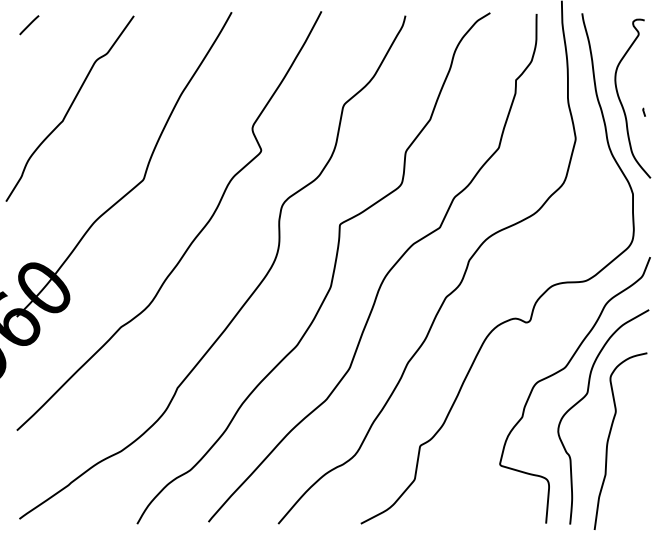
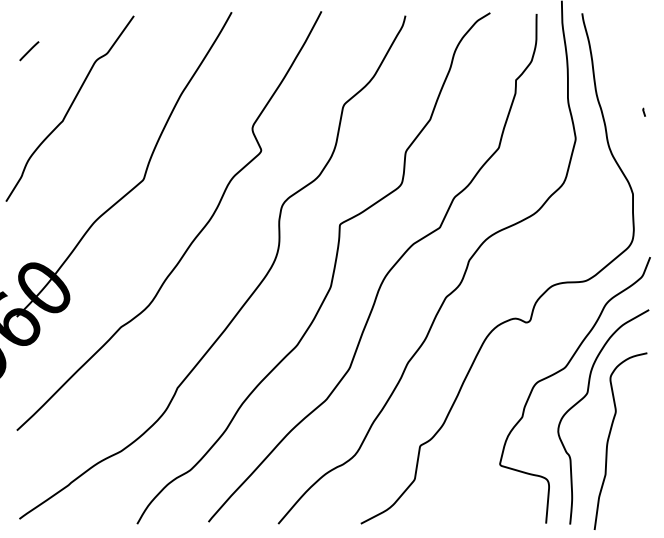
line at (29, 25) position: (29, 25) -> (29, 51)
curve at (622, 103): present -> none
